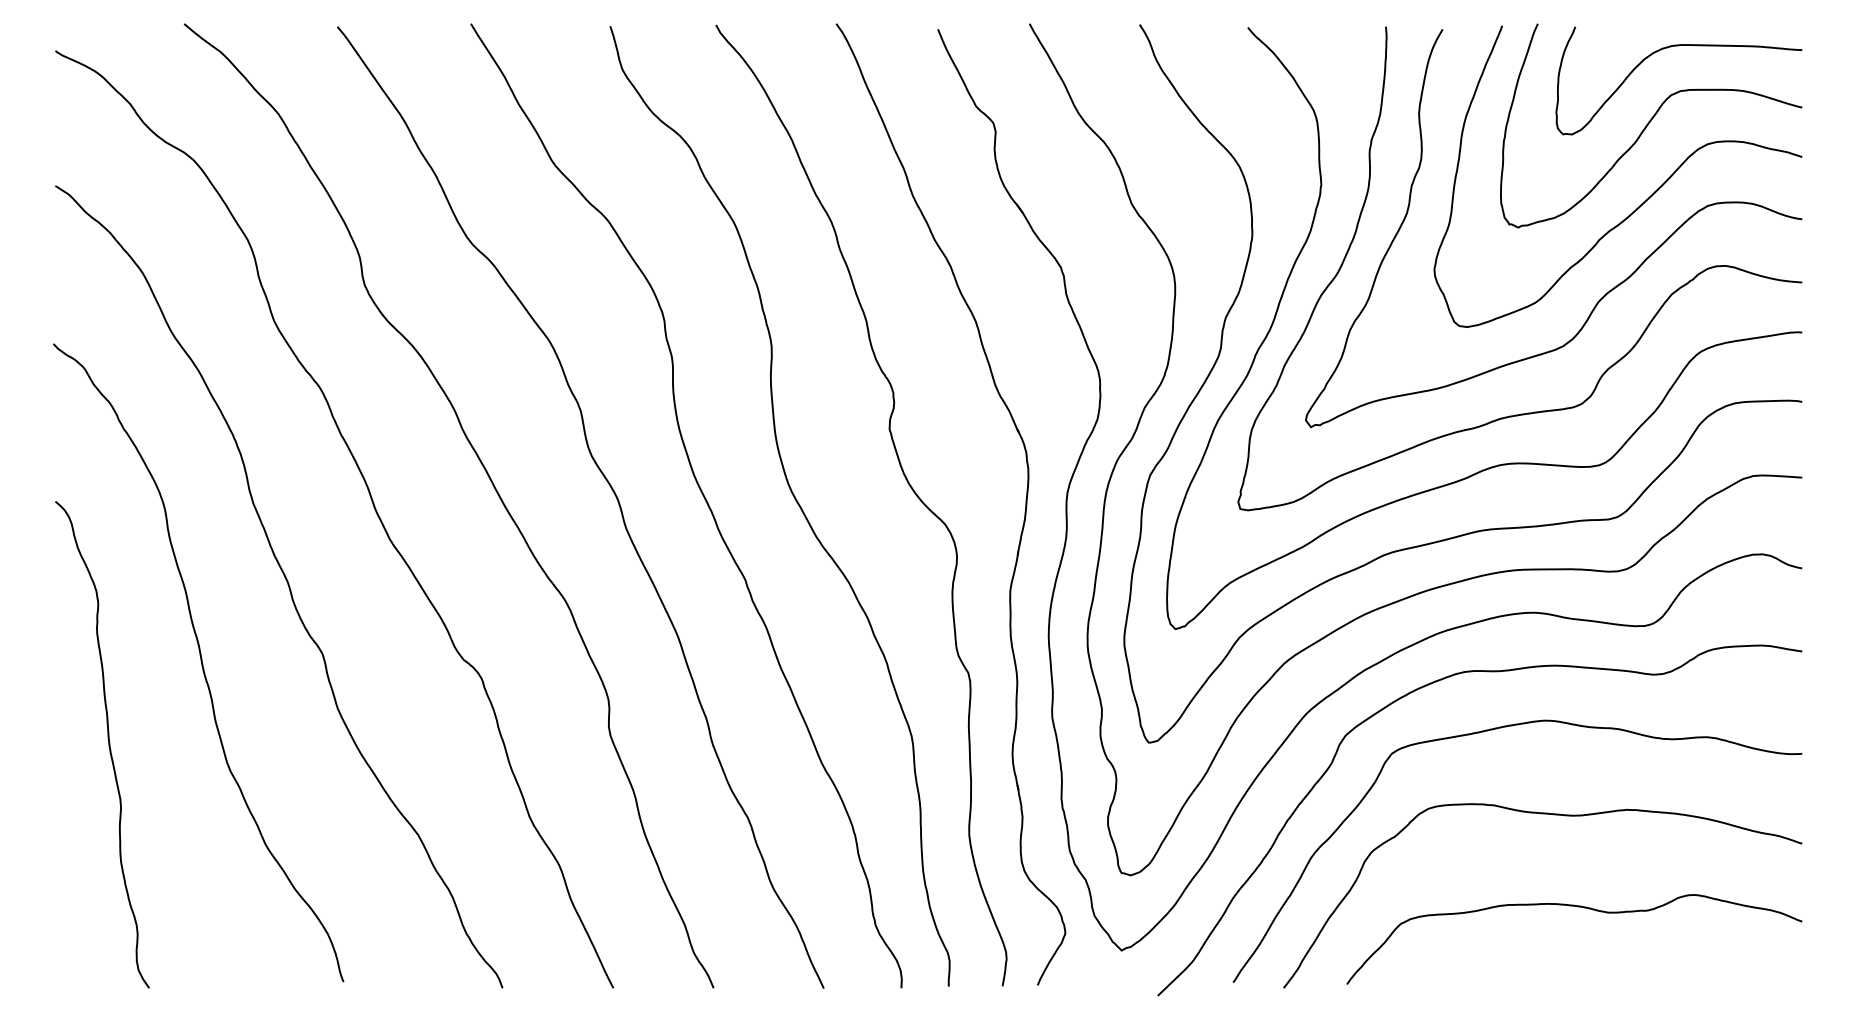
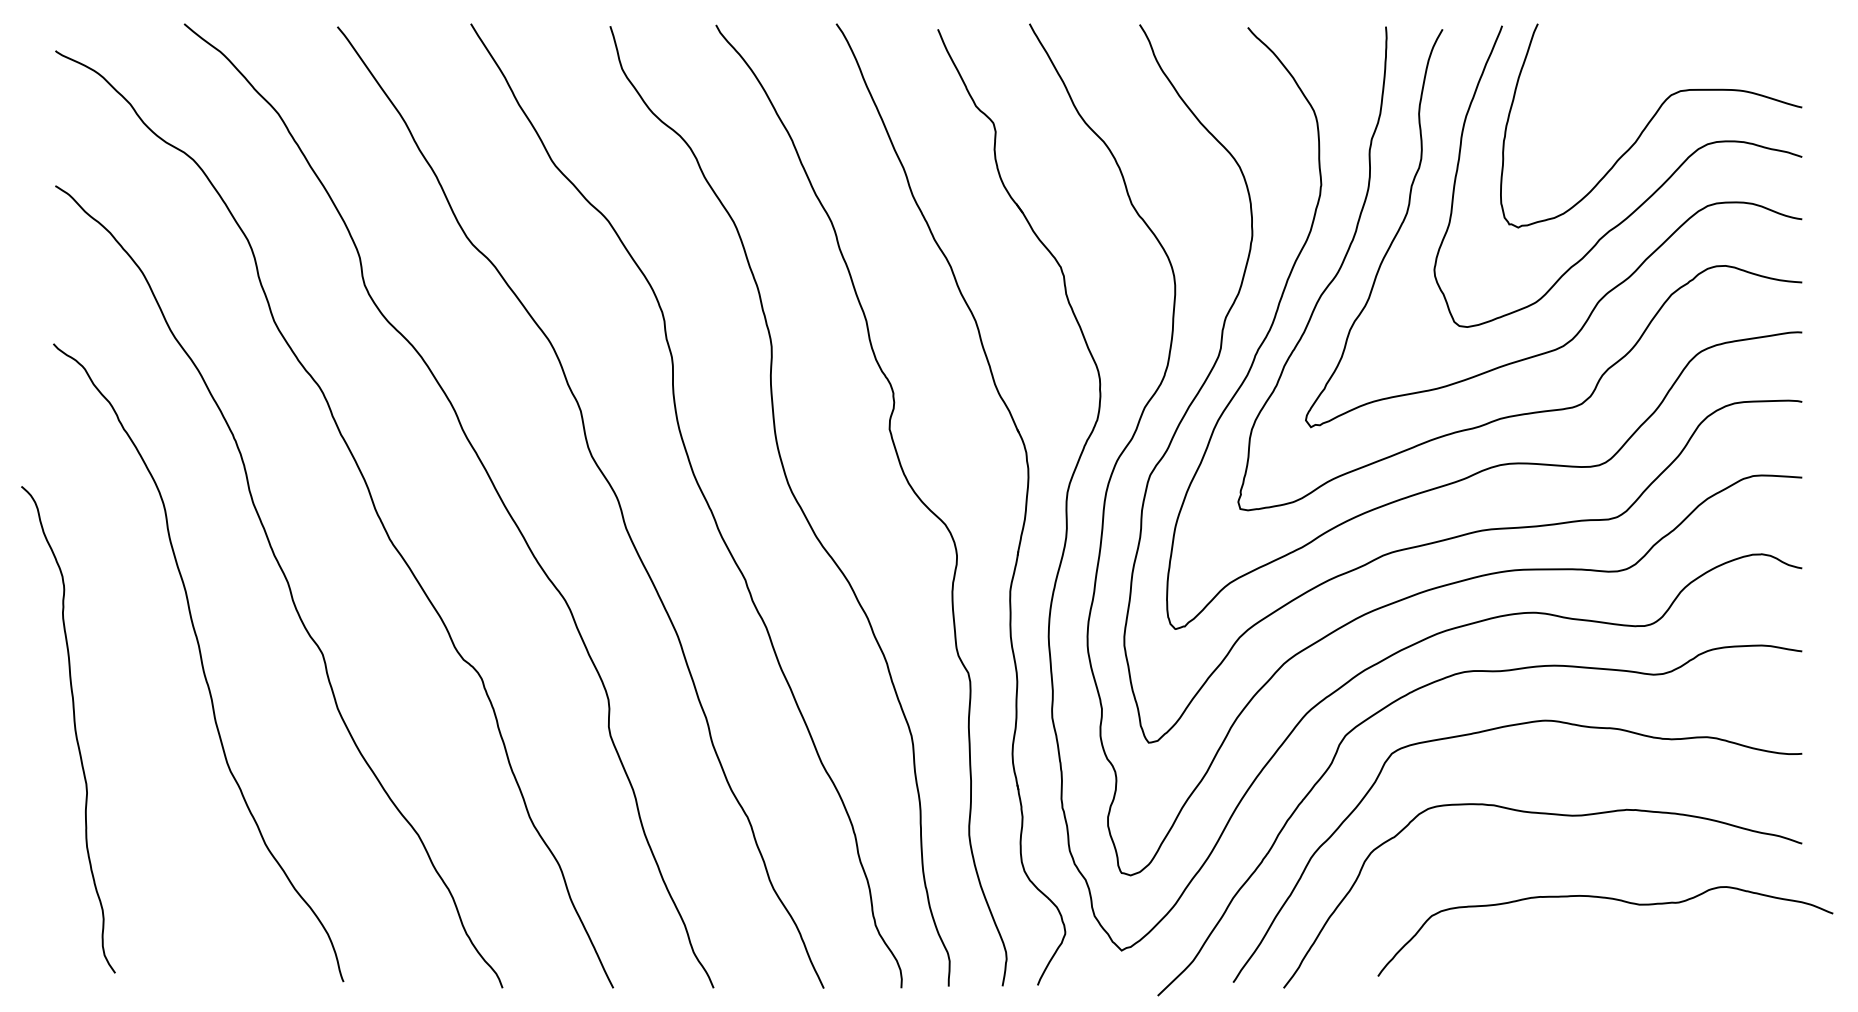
curve at (1667, 48): present -> none
curve at (108, 744) position: (108, 744) -> (74, 729)
curve at (1577, 907) position: (1577, 907) -> (1608, 899)
